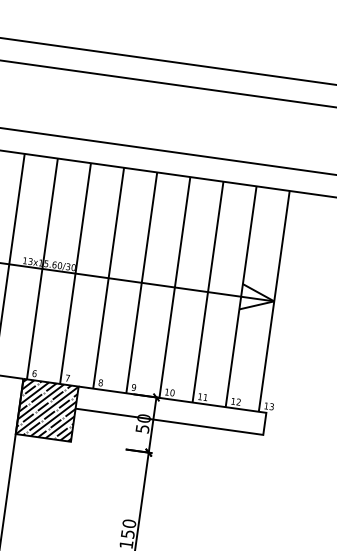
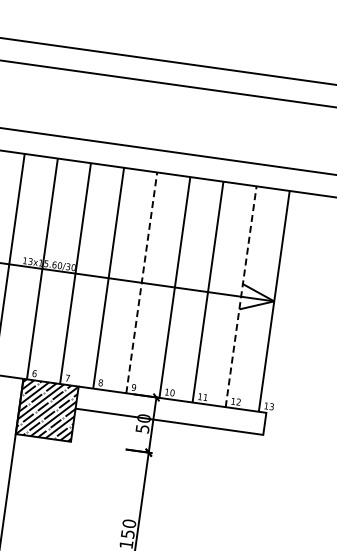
line at (141, 282): solid -> dashed
line at (241, 296): solid -> dashed
